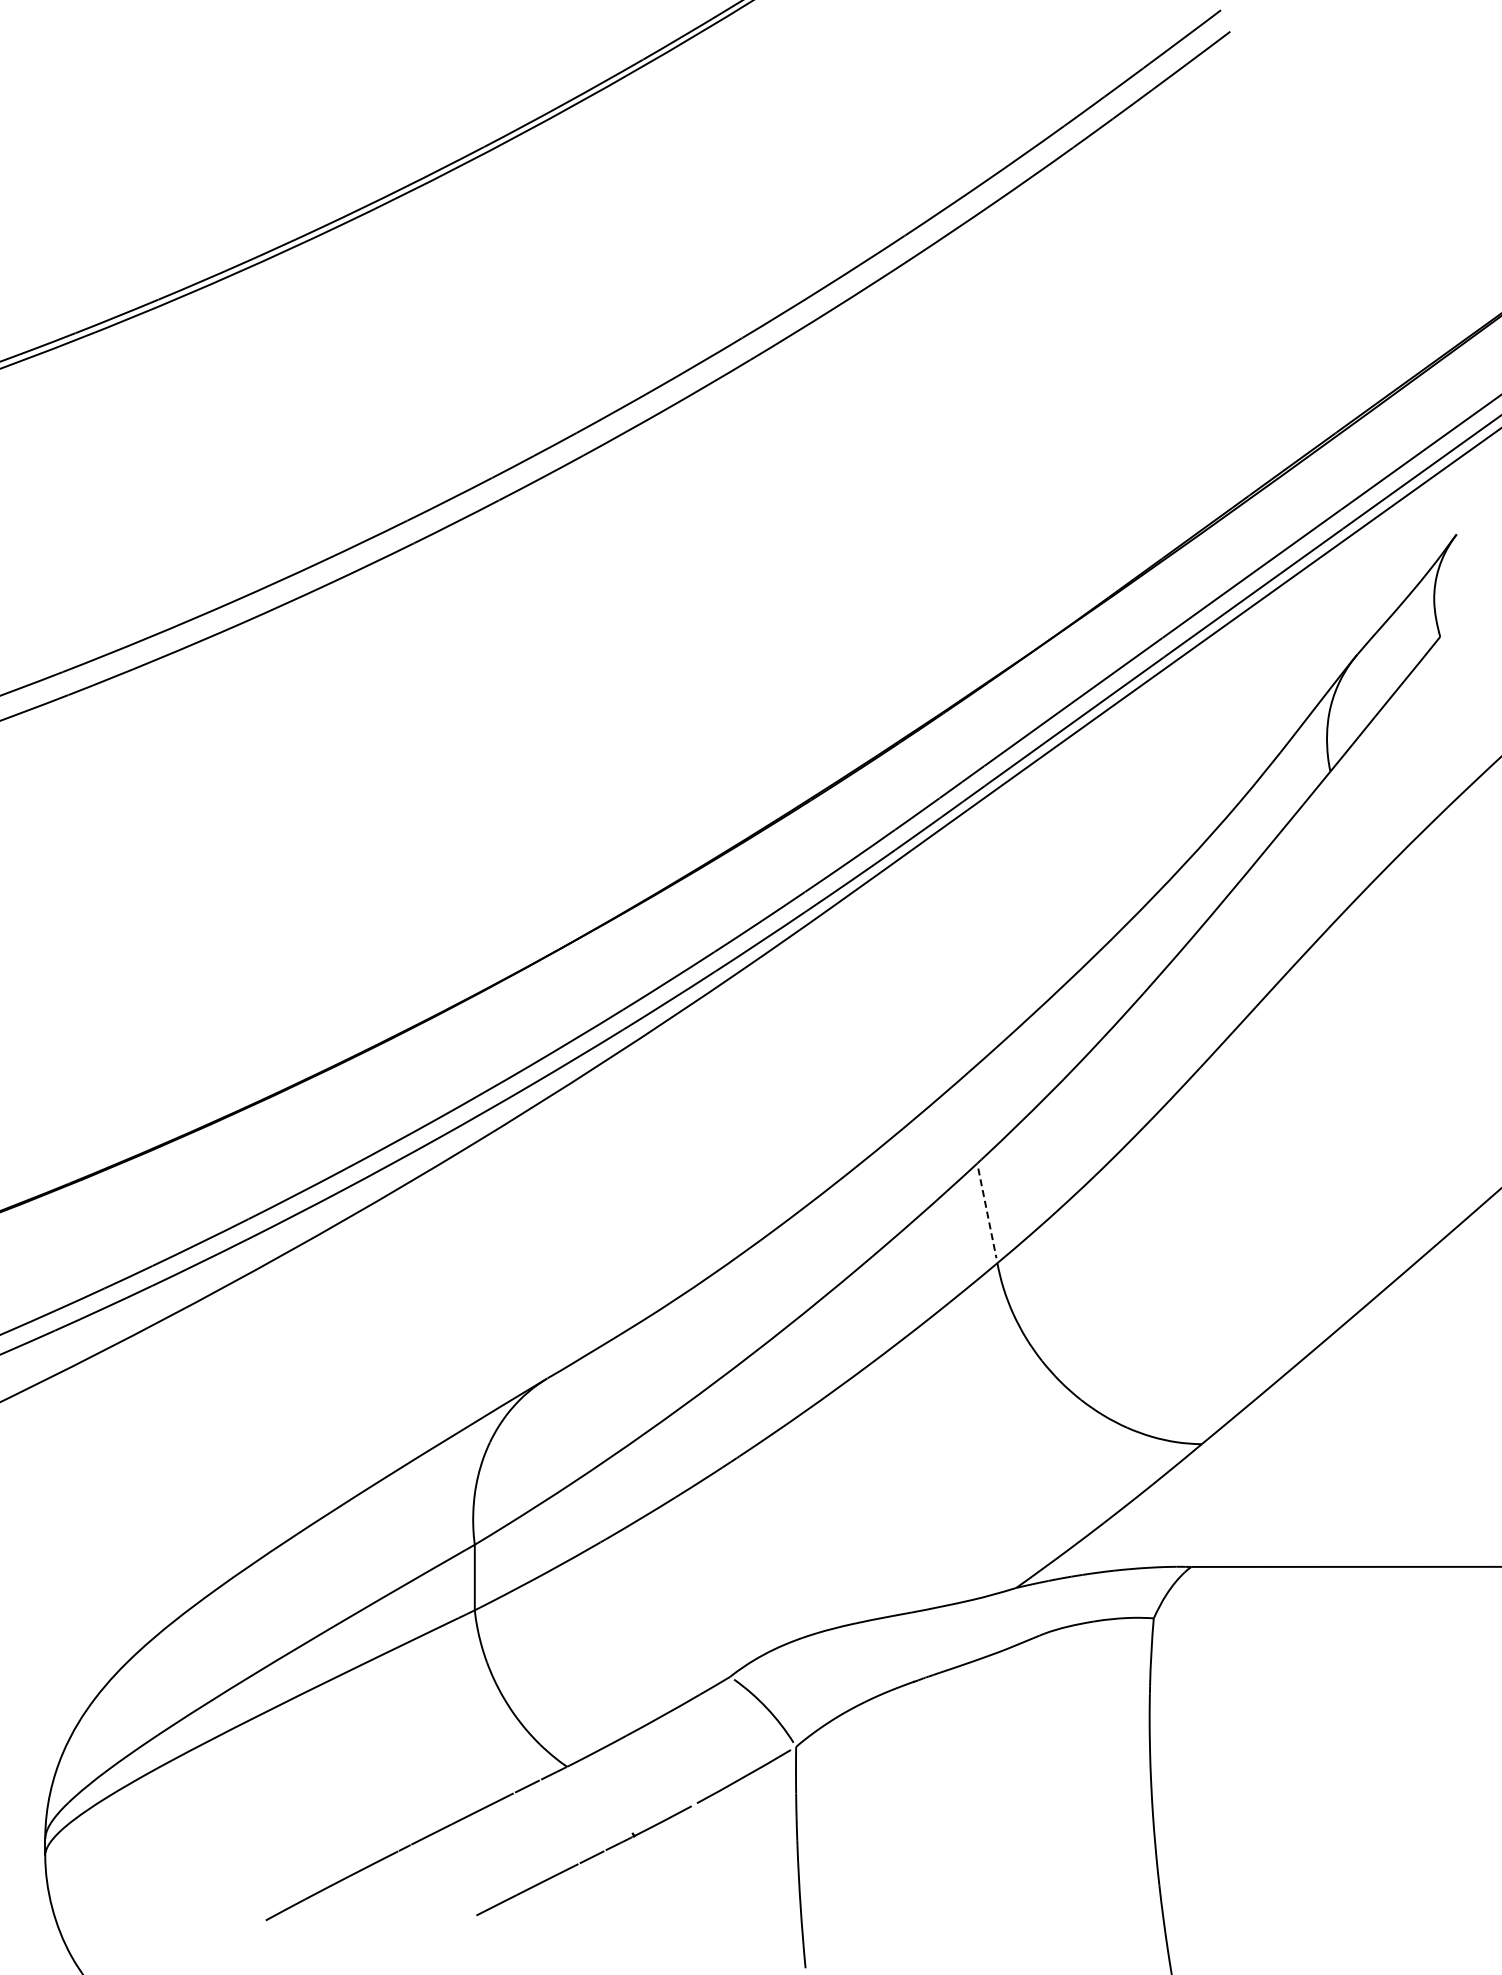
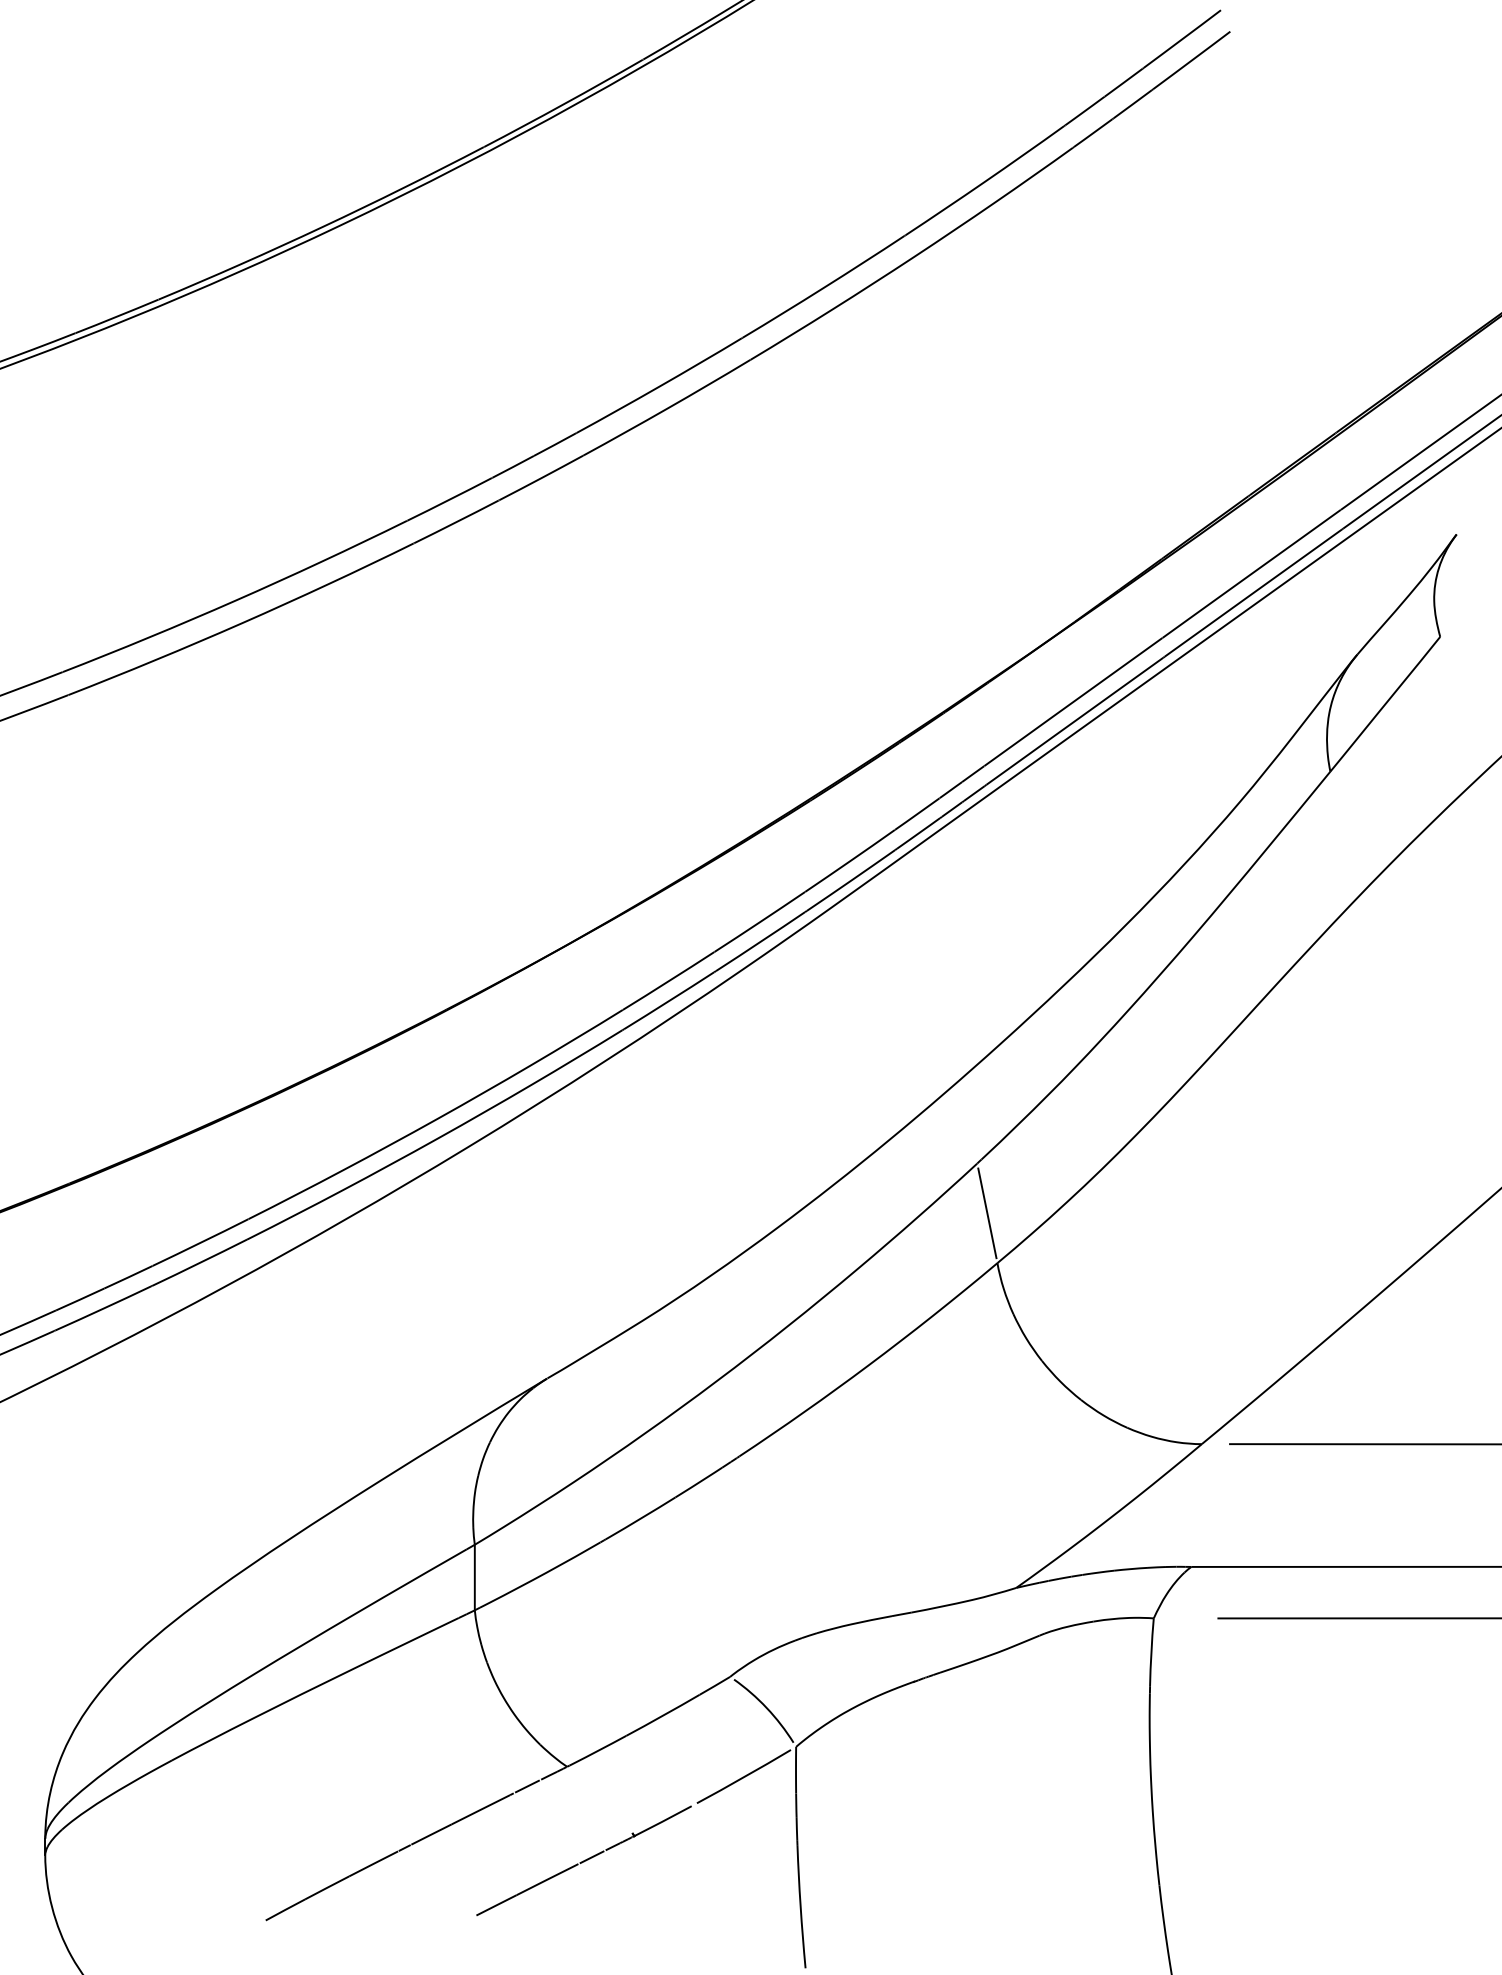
line at (987, 1213): dashed -> solid
line at (1364, 1444): none -> present
line at (1358, 1618): none -> present
